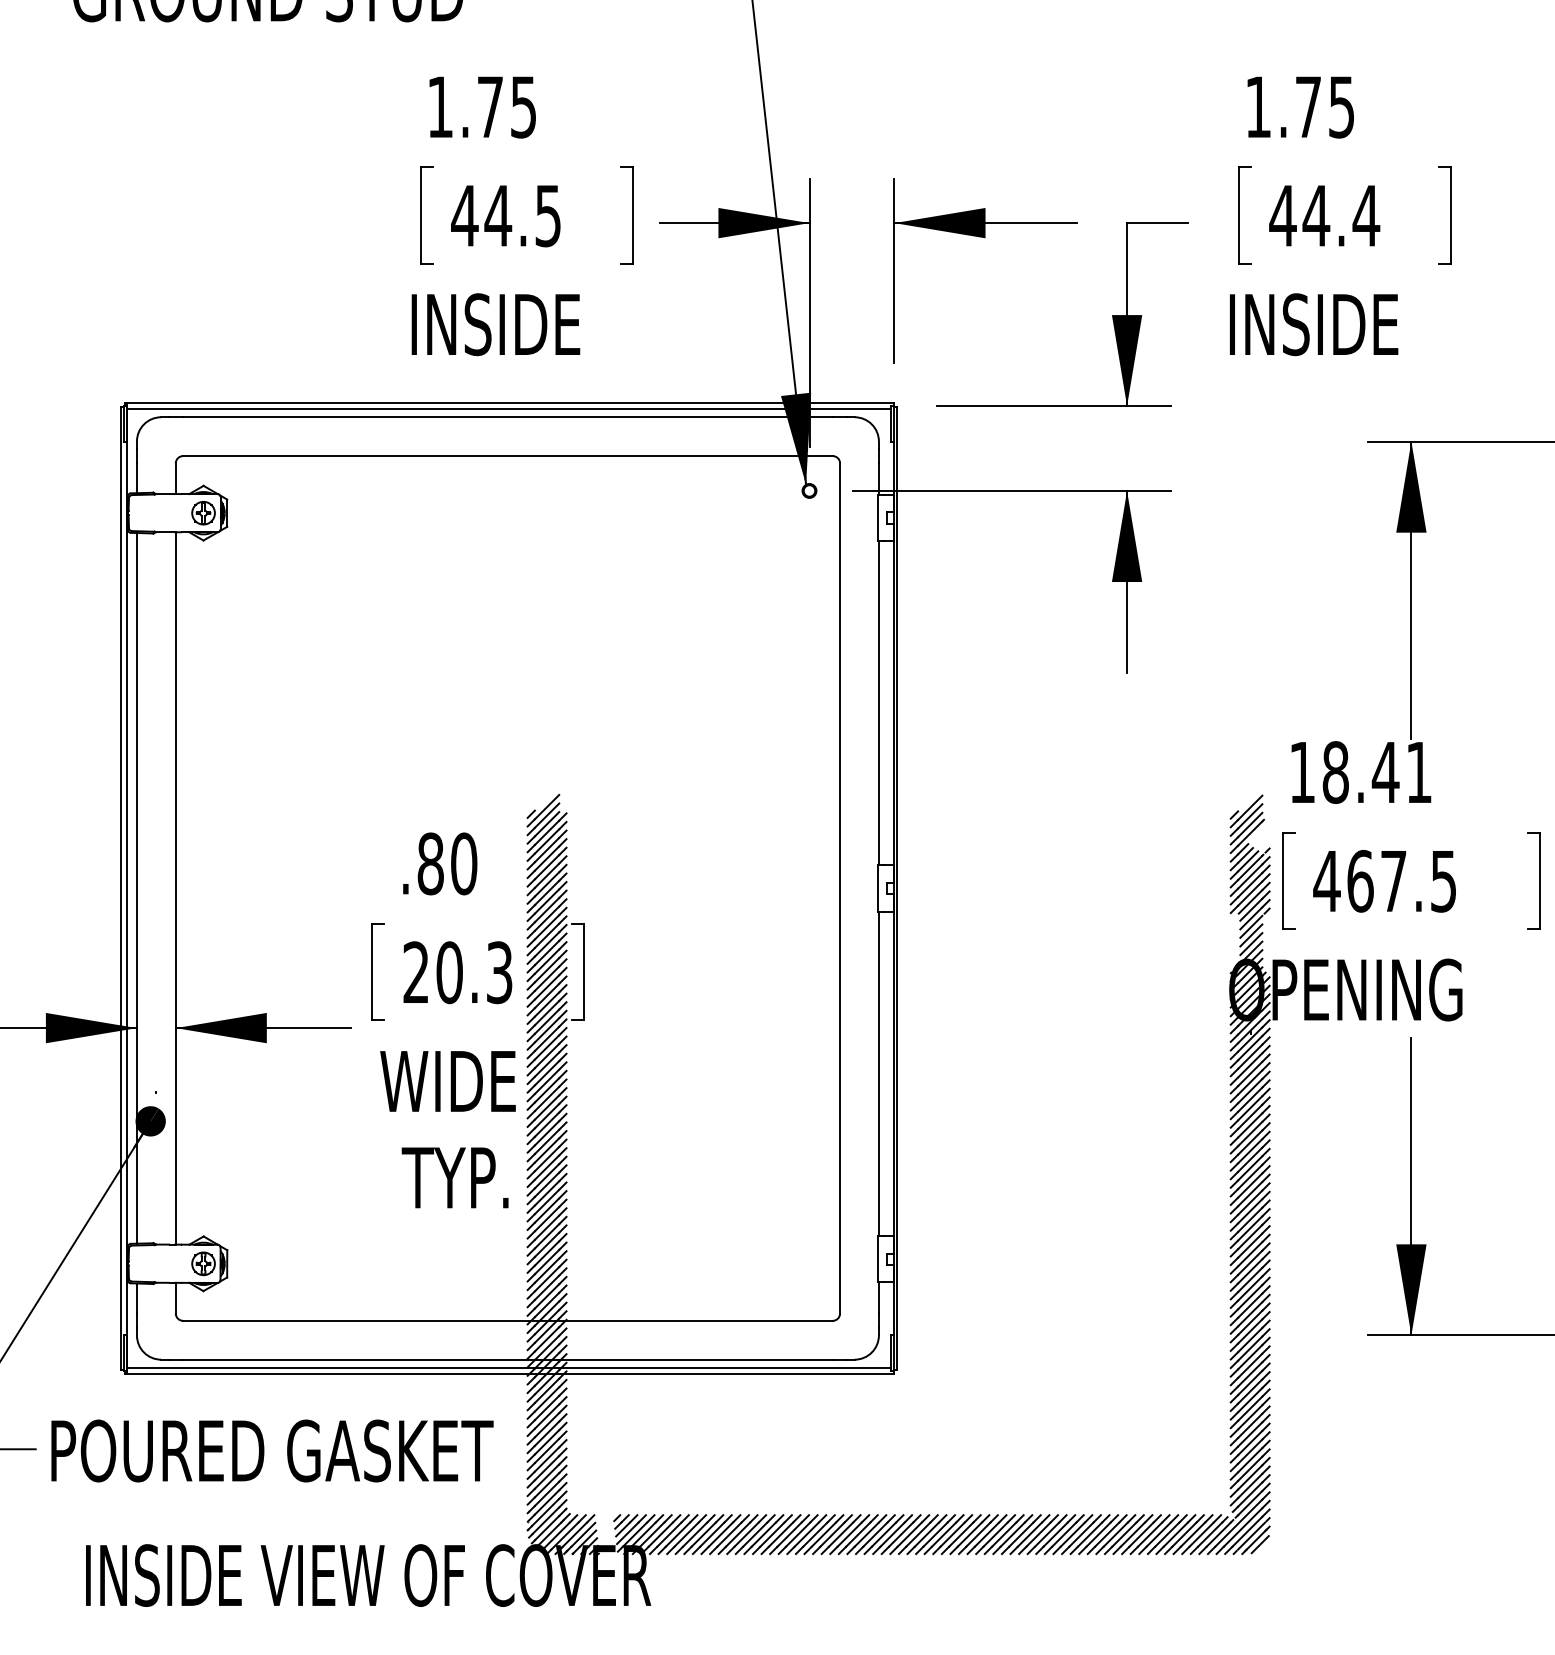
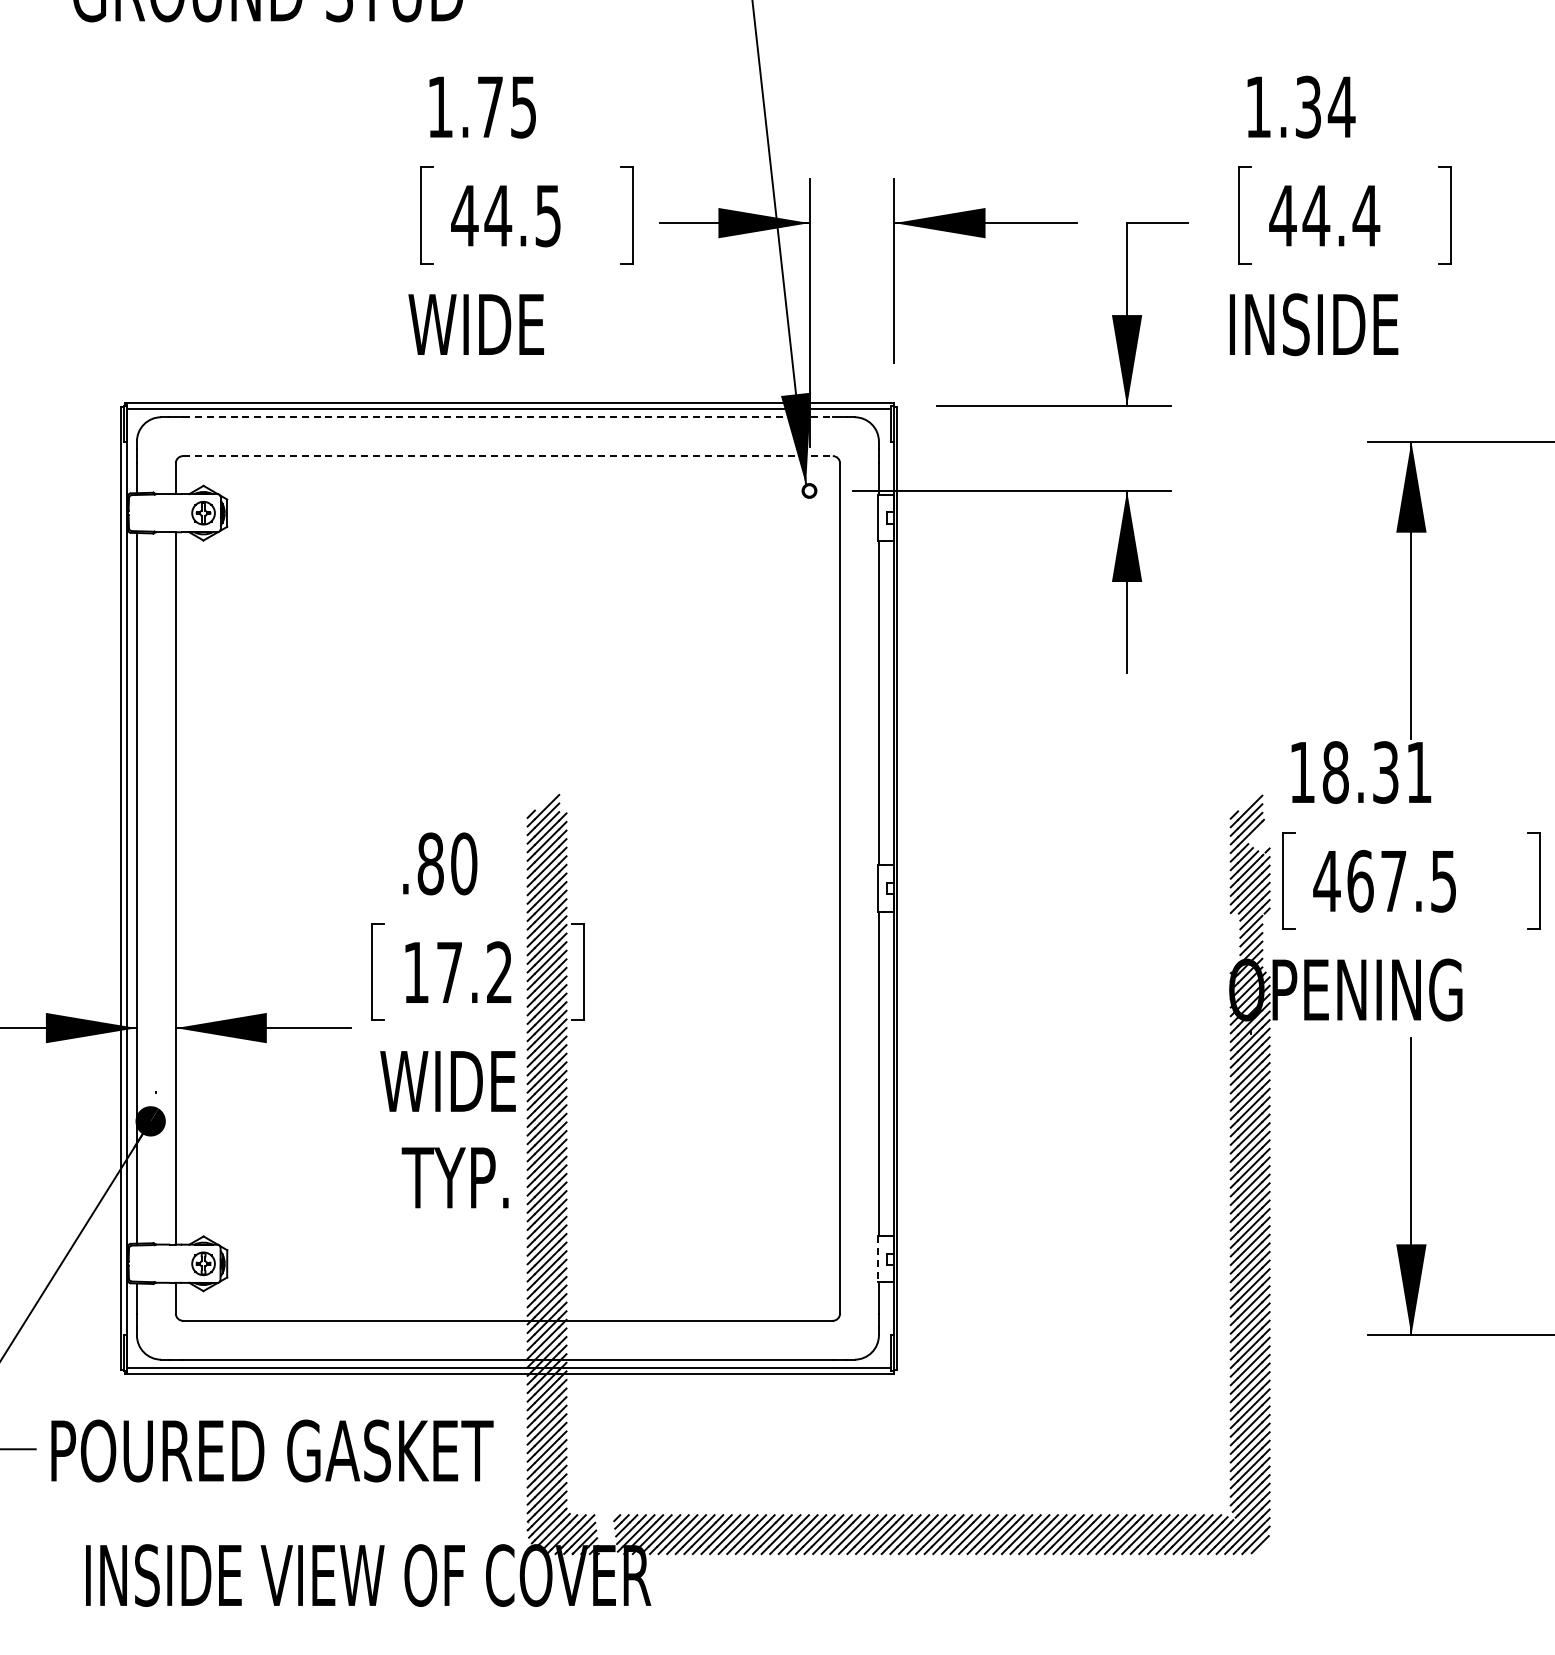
text at (1325, 106): 1.75 -> 1.34
text at (494, 324): INSIDE -> WIDE
line at (507, 417): solid -> dashed
line at (507, 456): solid -> dashed
text at (1385, 772): 18.41 -> 18.31
text at (457, 972): 20.3 -> 17.2
line at (877, 1259): solid -> dashed
